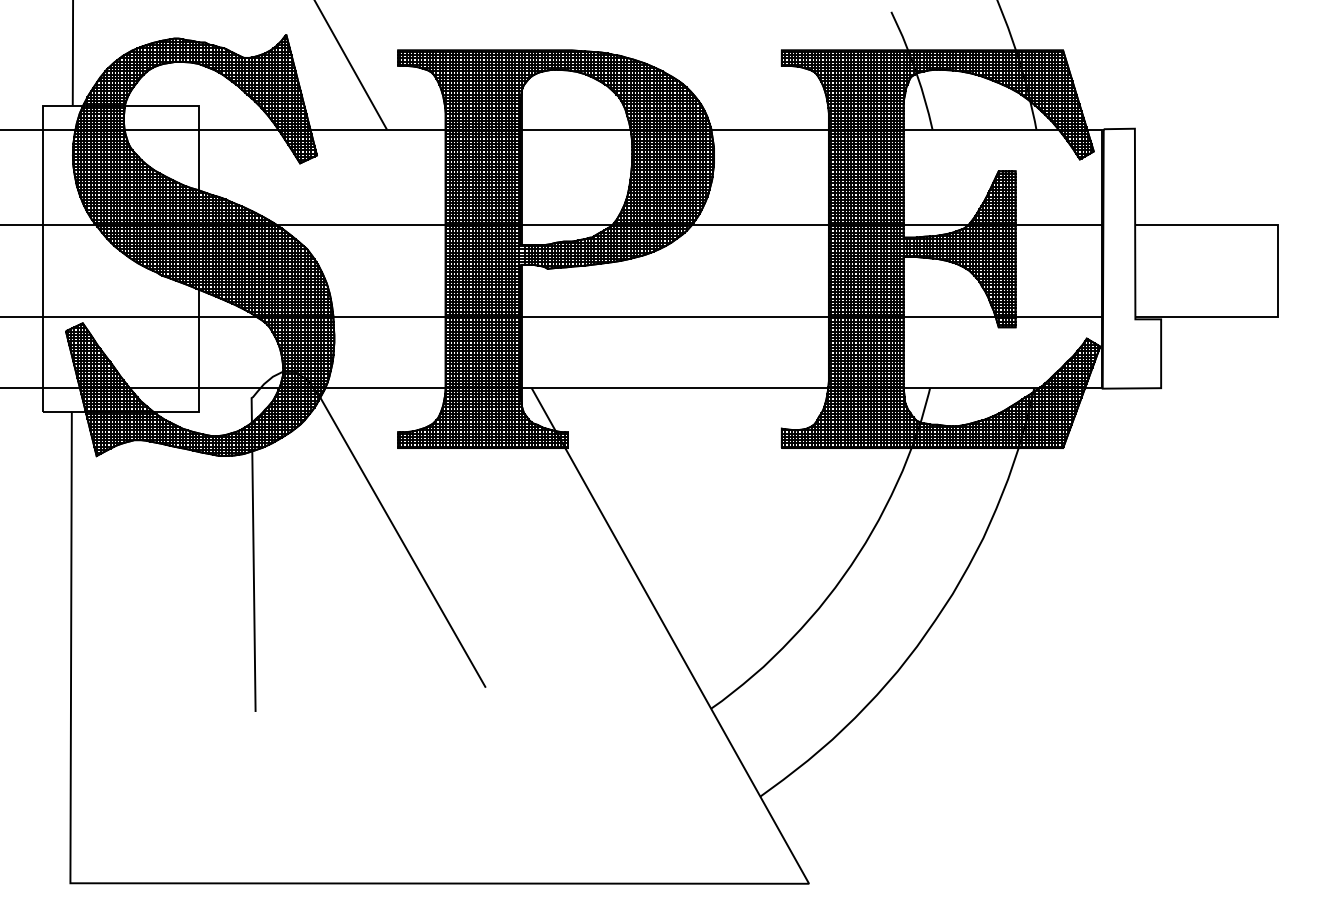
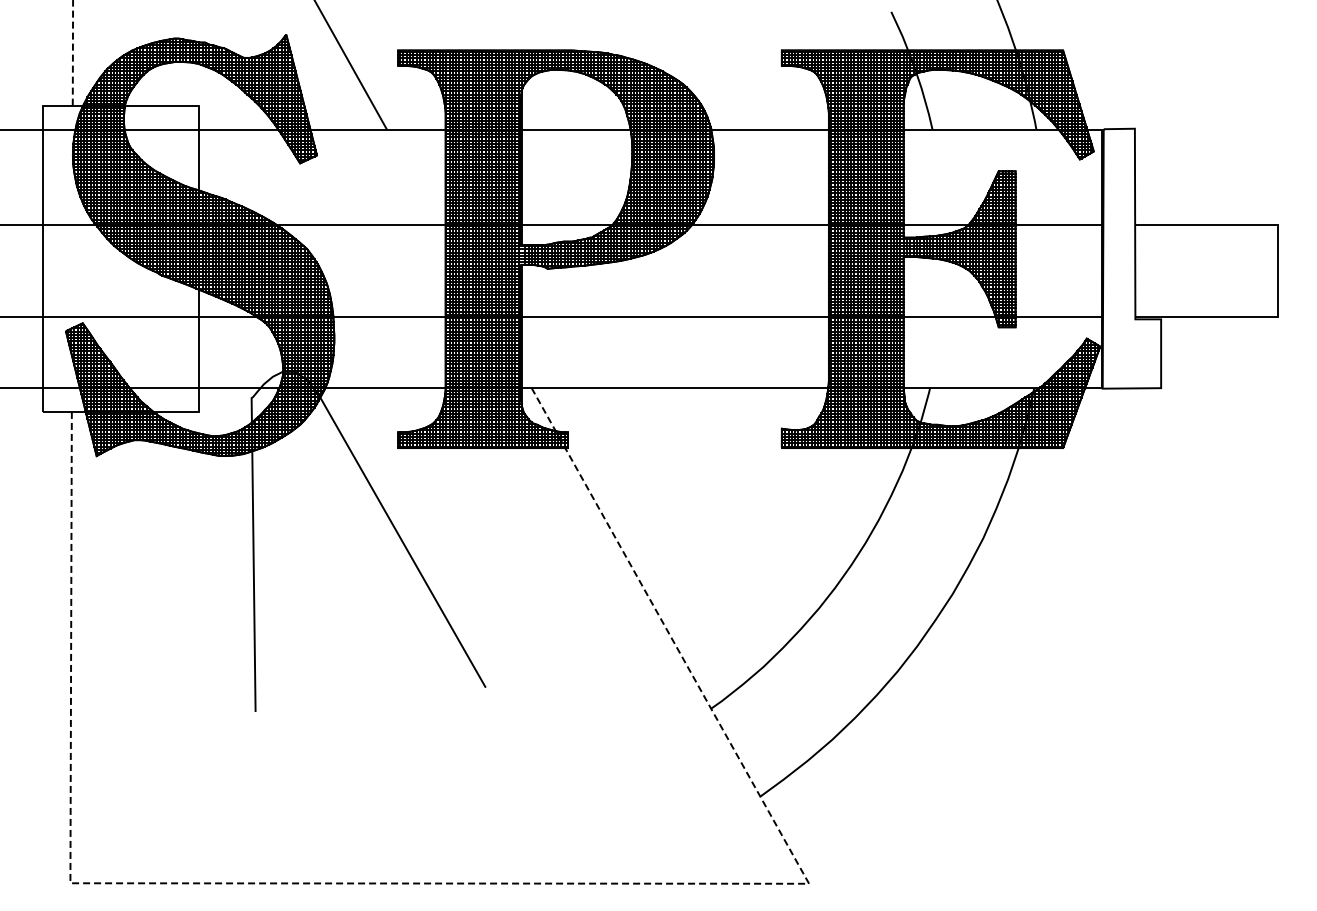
line at (72, 52): solid -> dashed
line at (487, 883): solid -> dashed
